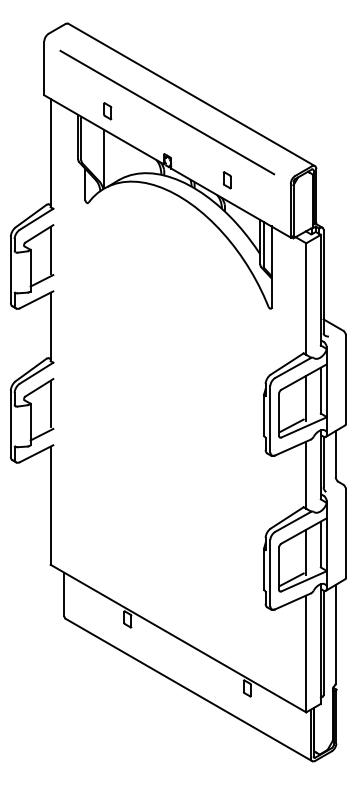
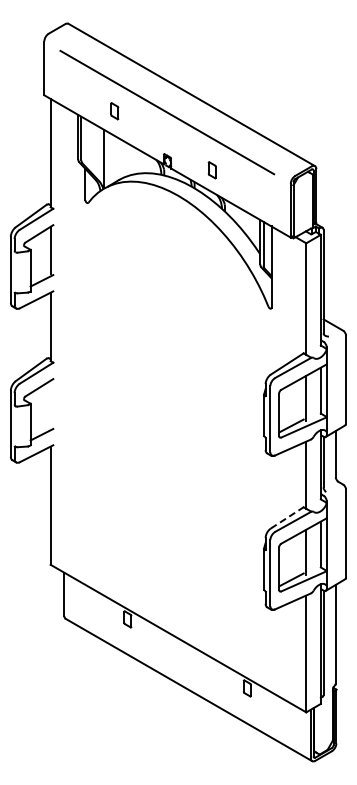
part at (107, 111) position: (107, 111) -> (114, 111)
part at (226, 180) position: (226, 180) -> (211, 170)
line at (50, 403): present -> none
line at (287, 517): solid -> dashed
